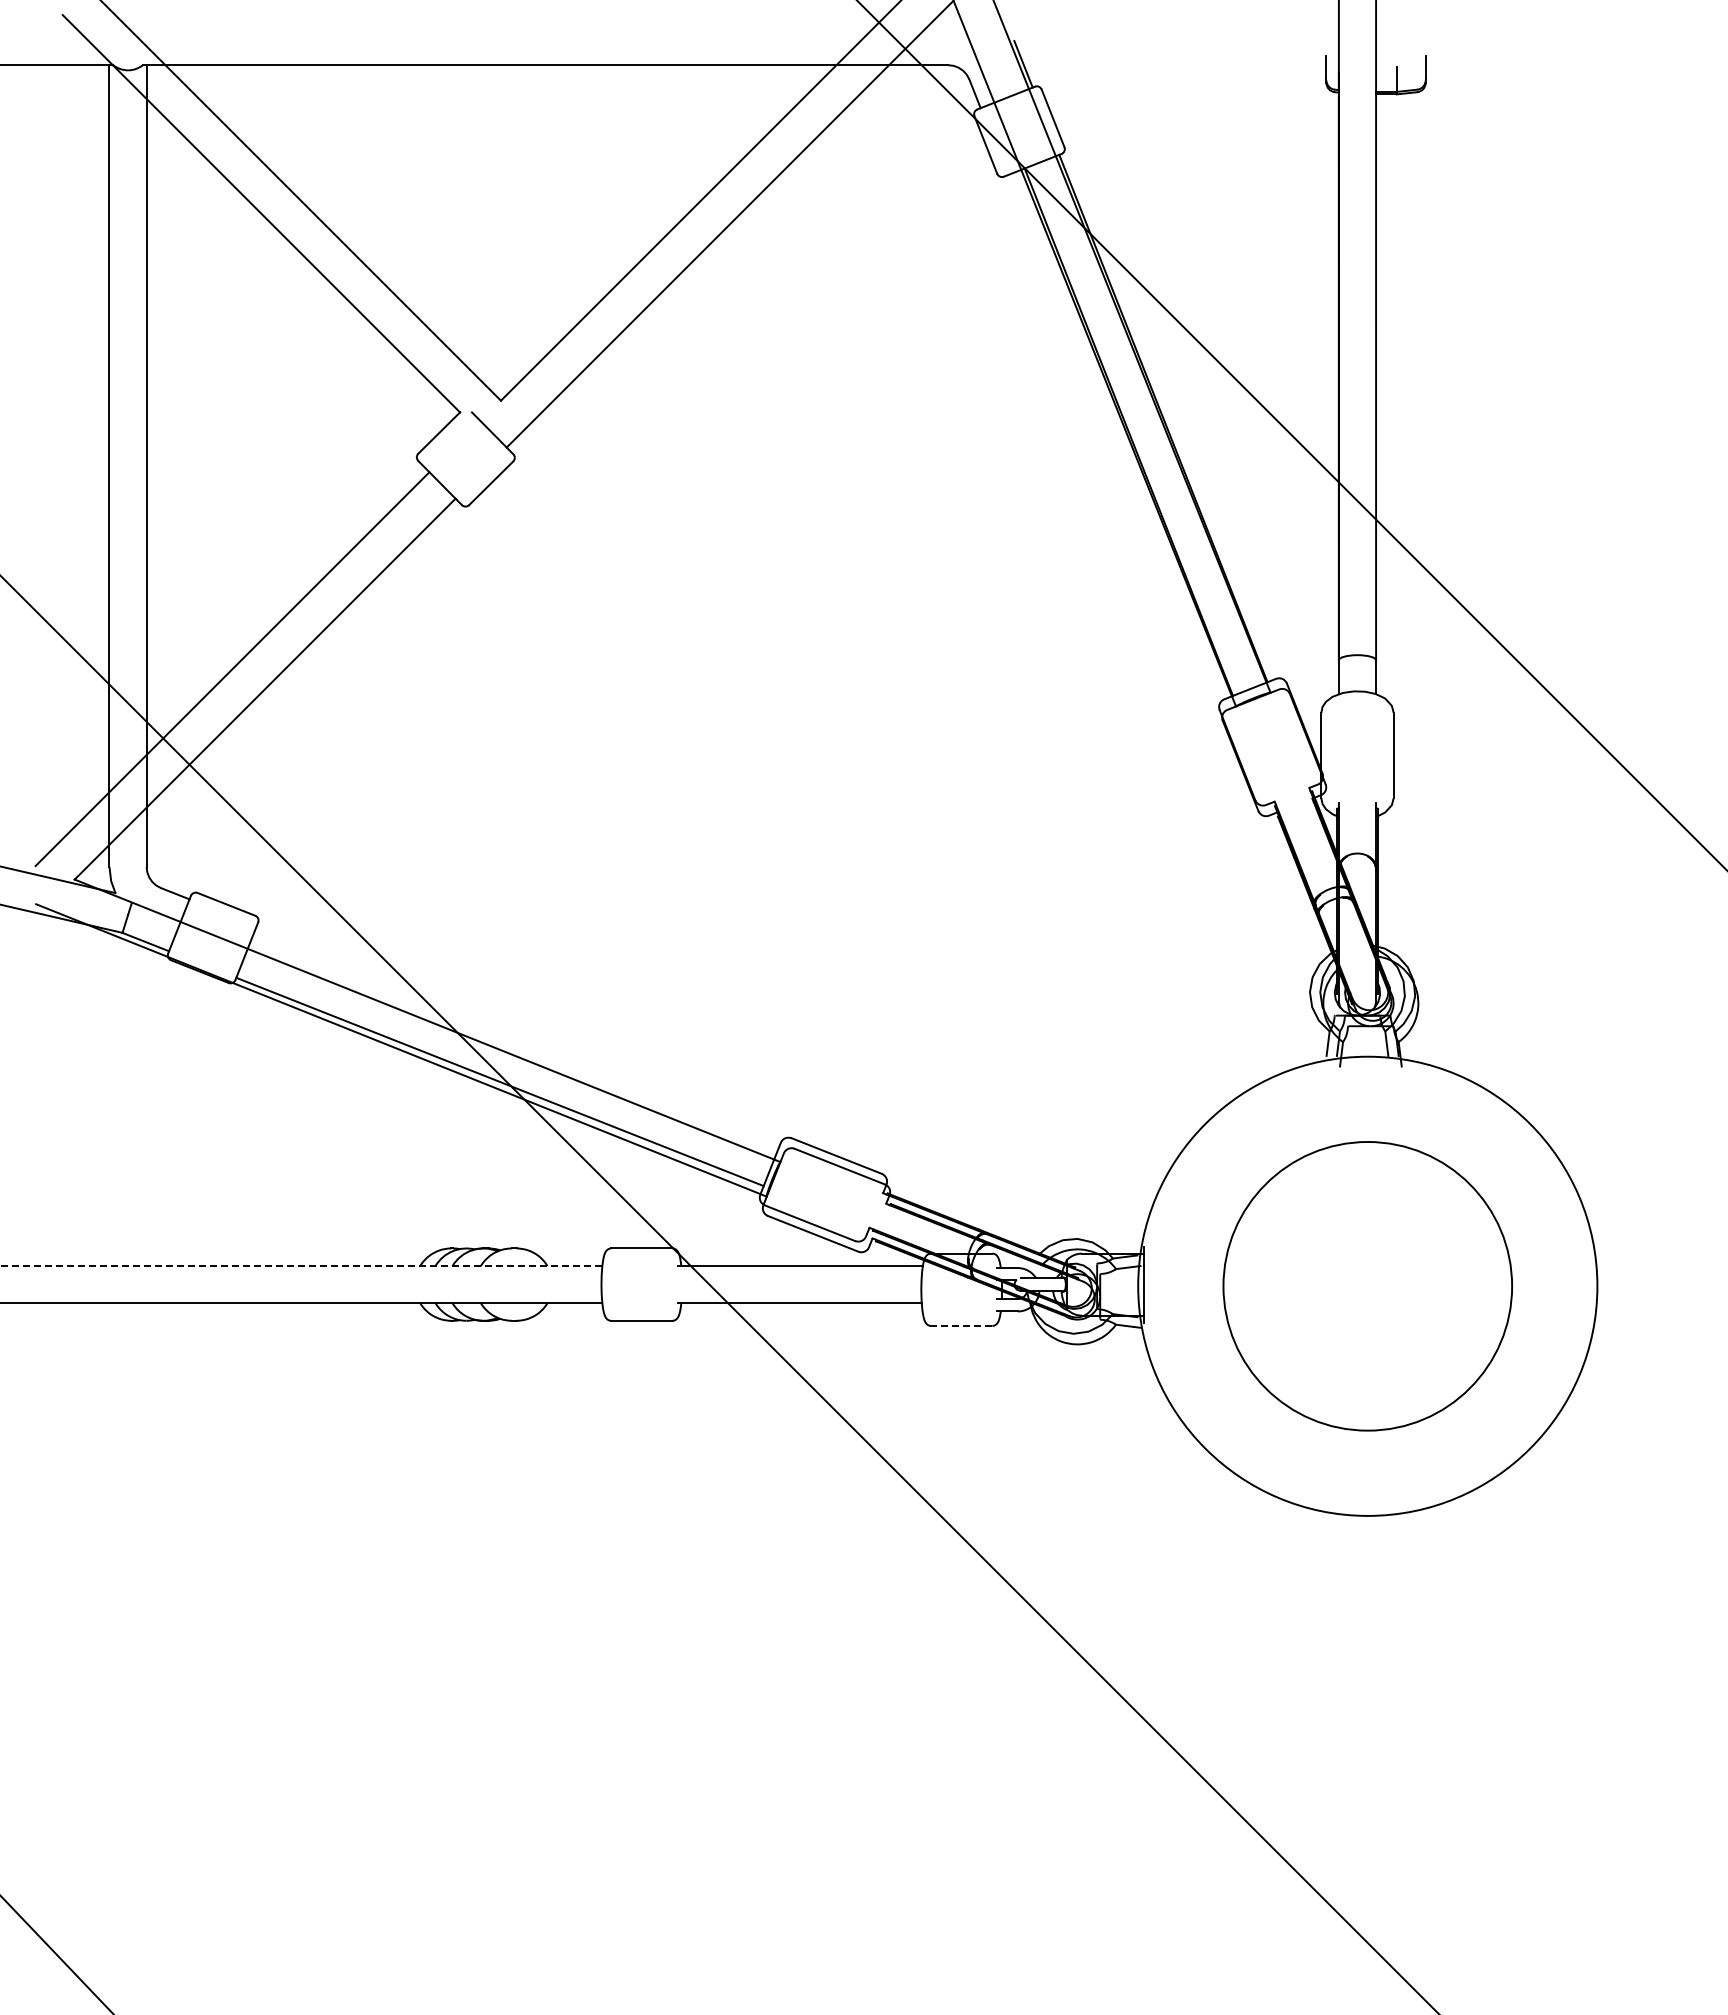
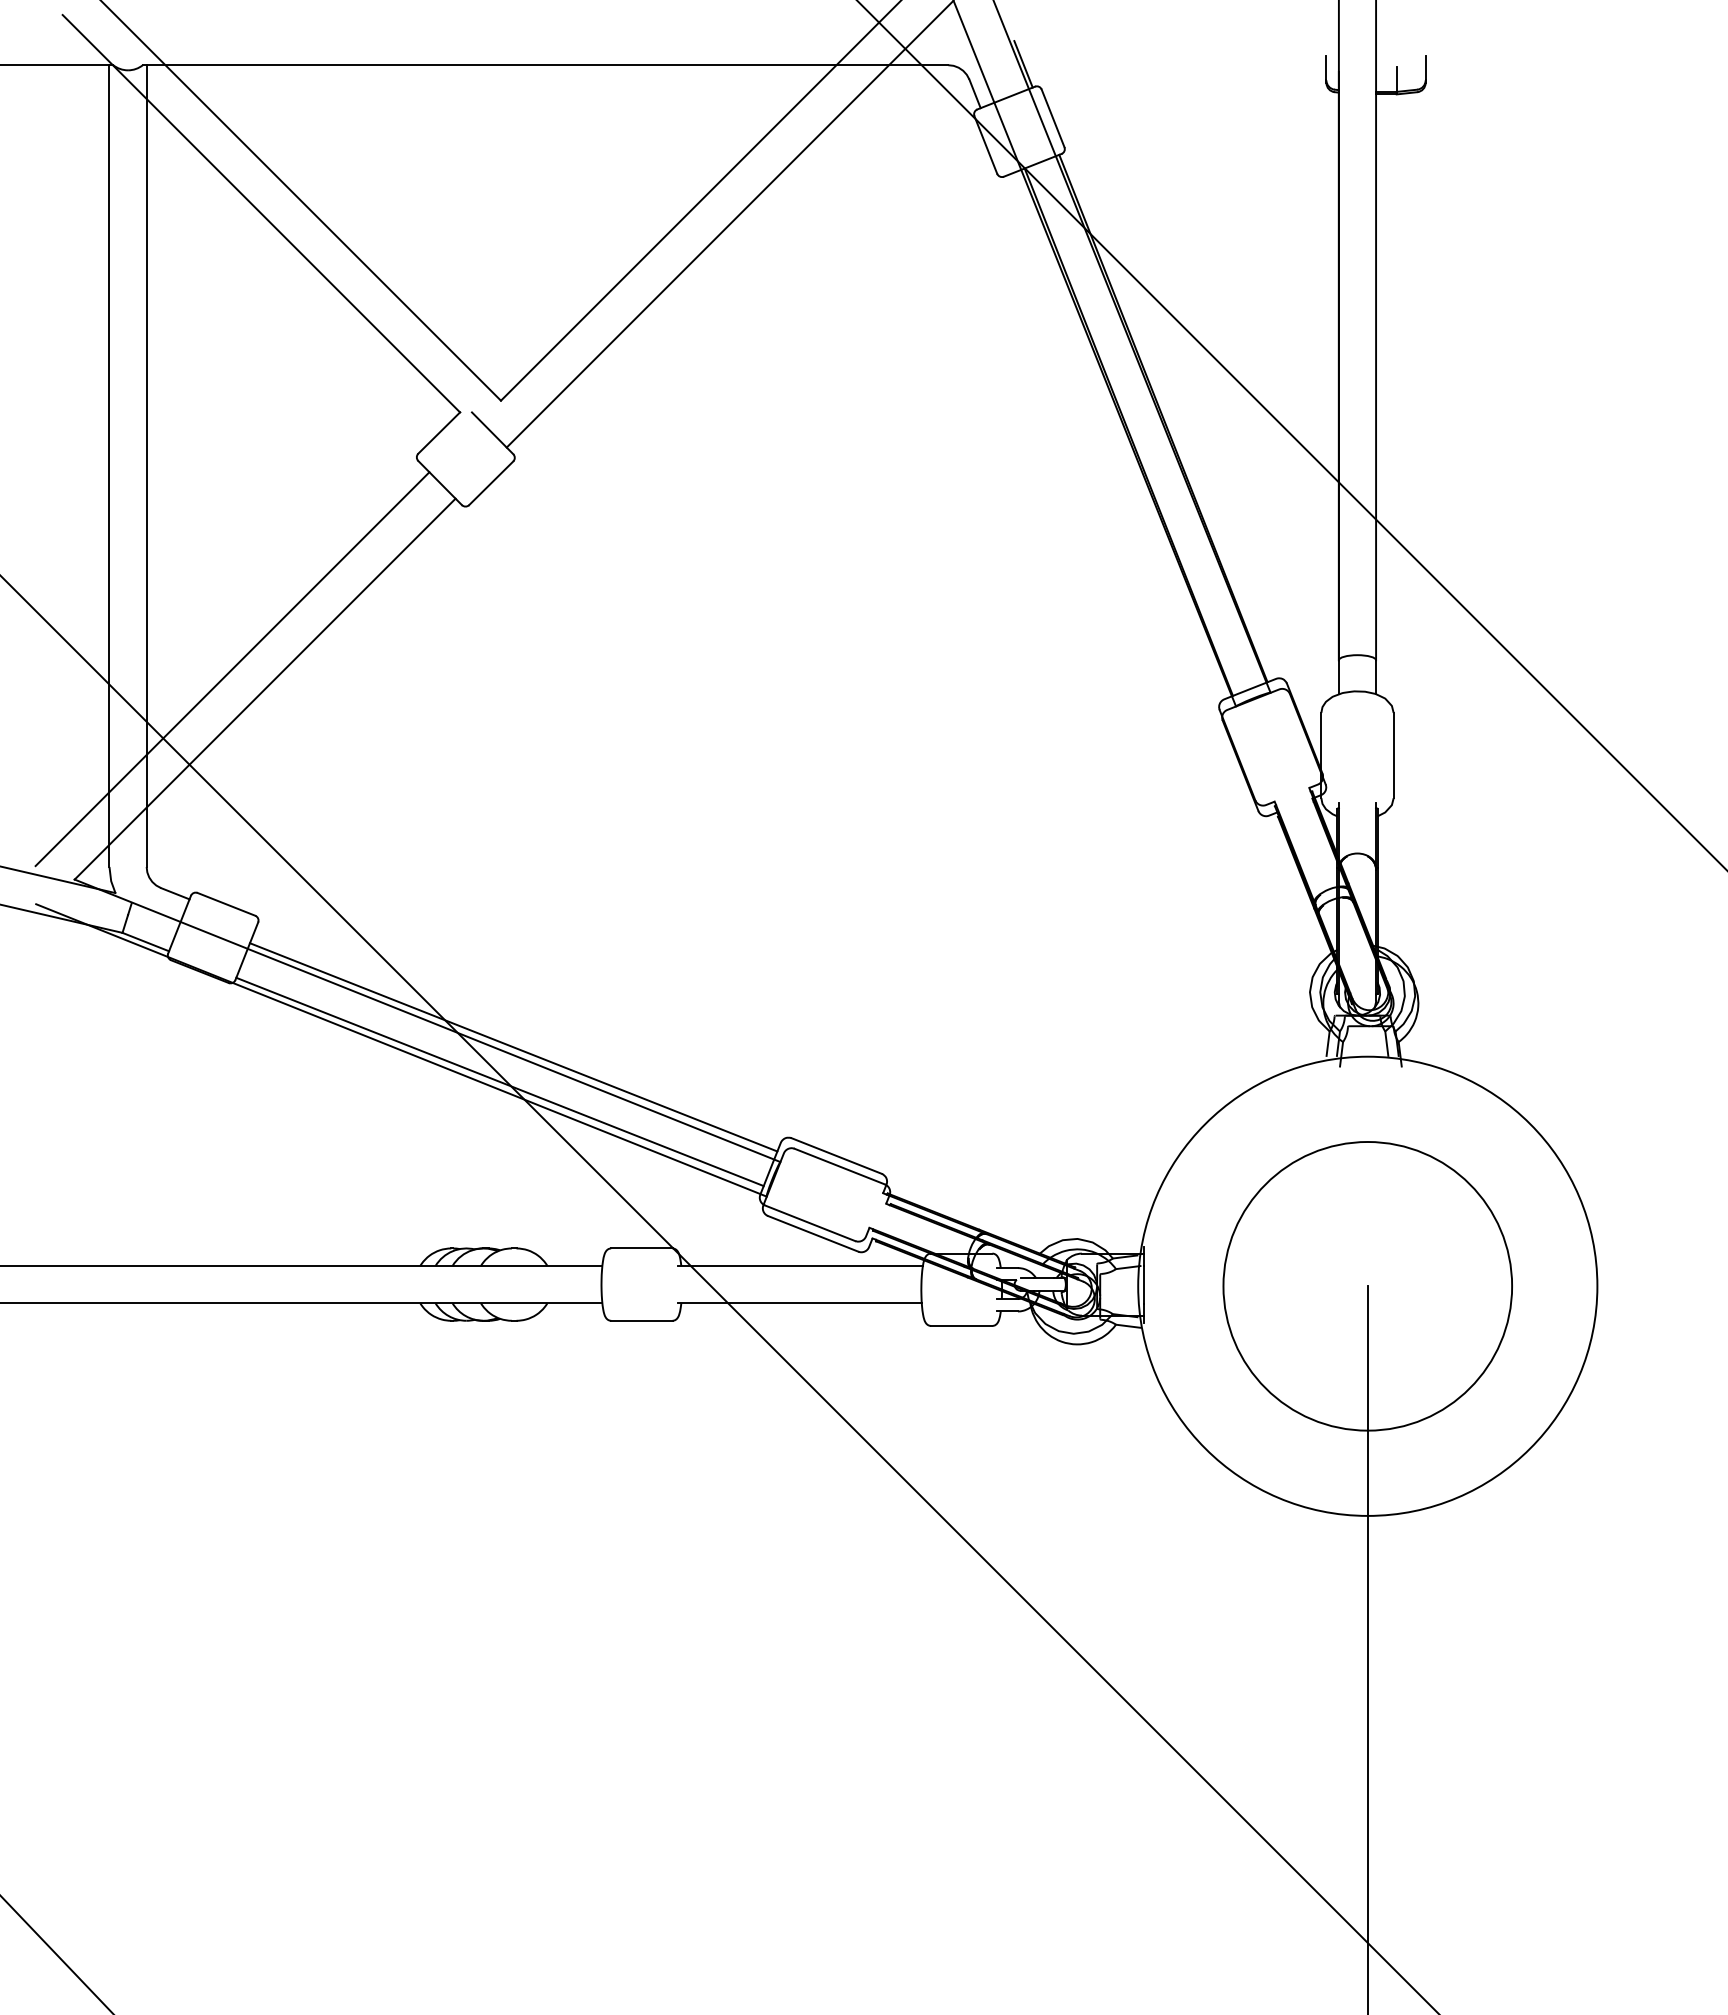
line at (513, 1047): none -> present
line at (301, 1266): dashed -> solid
line at (961, 1325): dashed -> solid
line at (1367, 1648): none -> present
